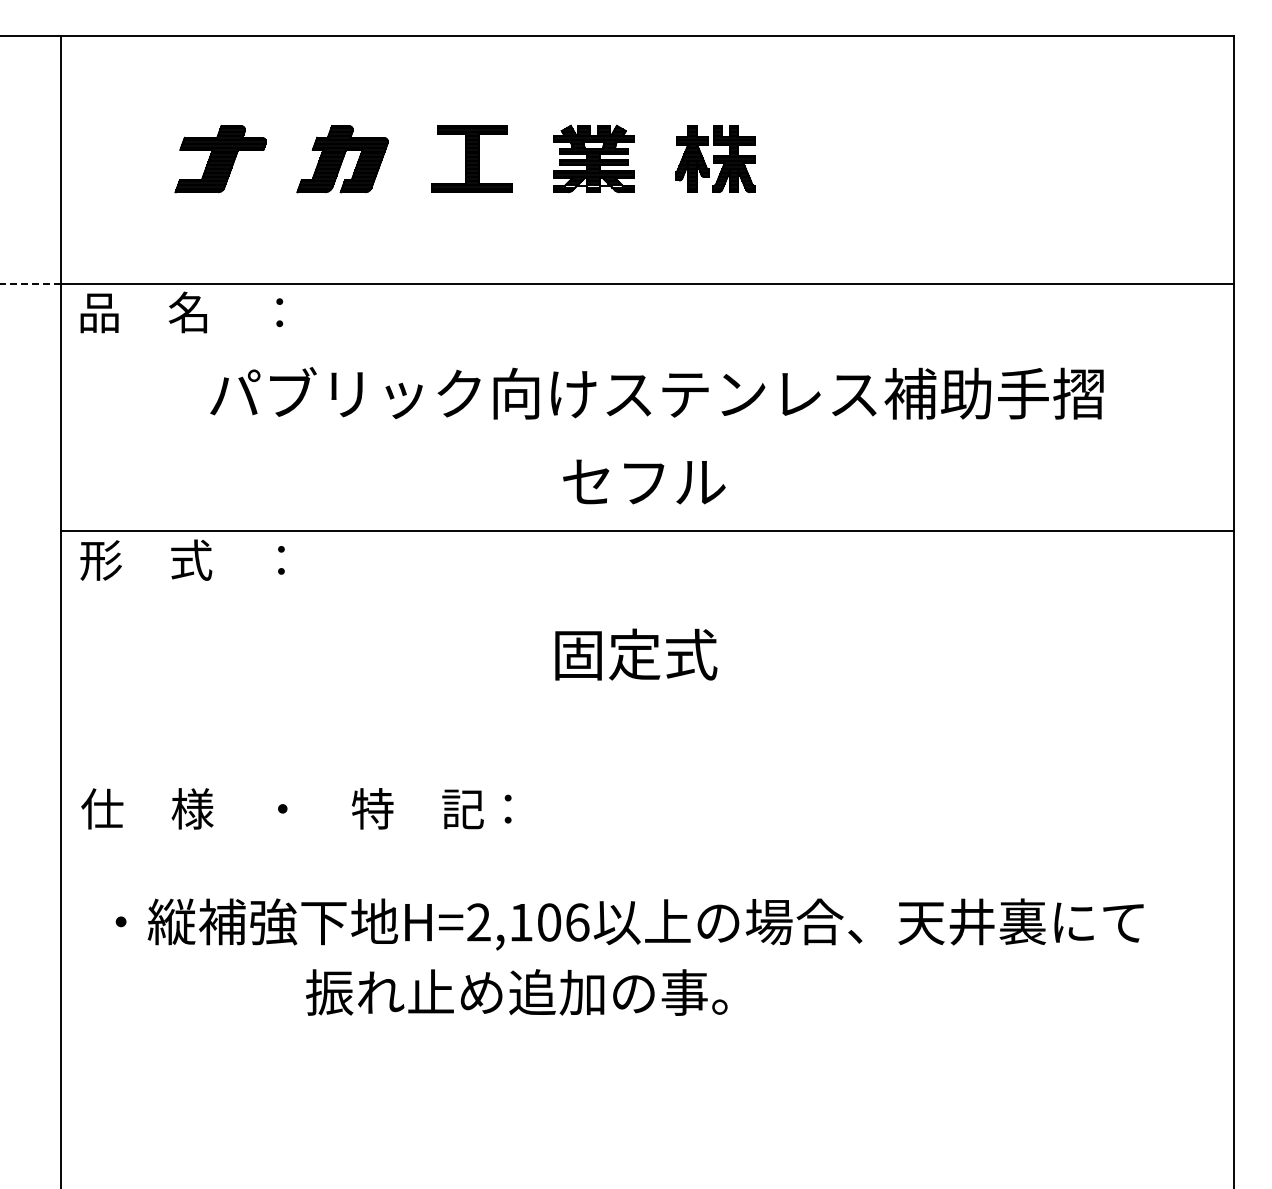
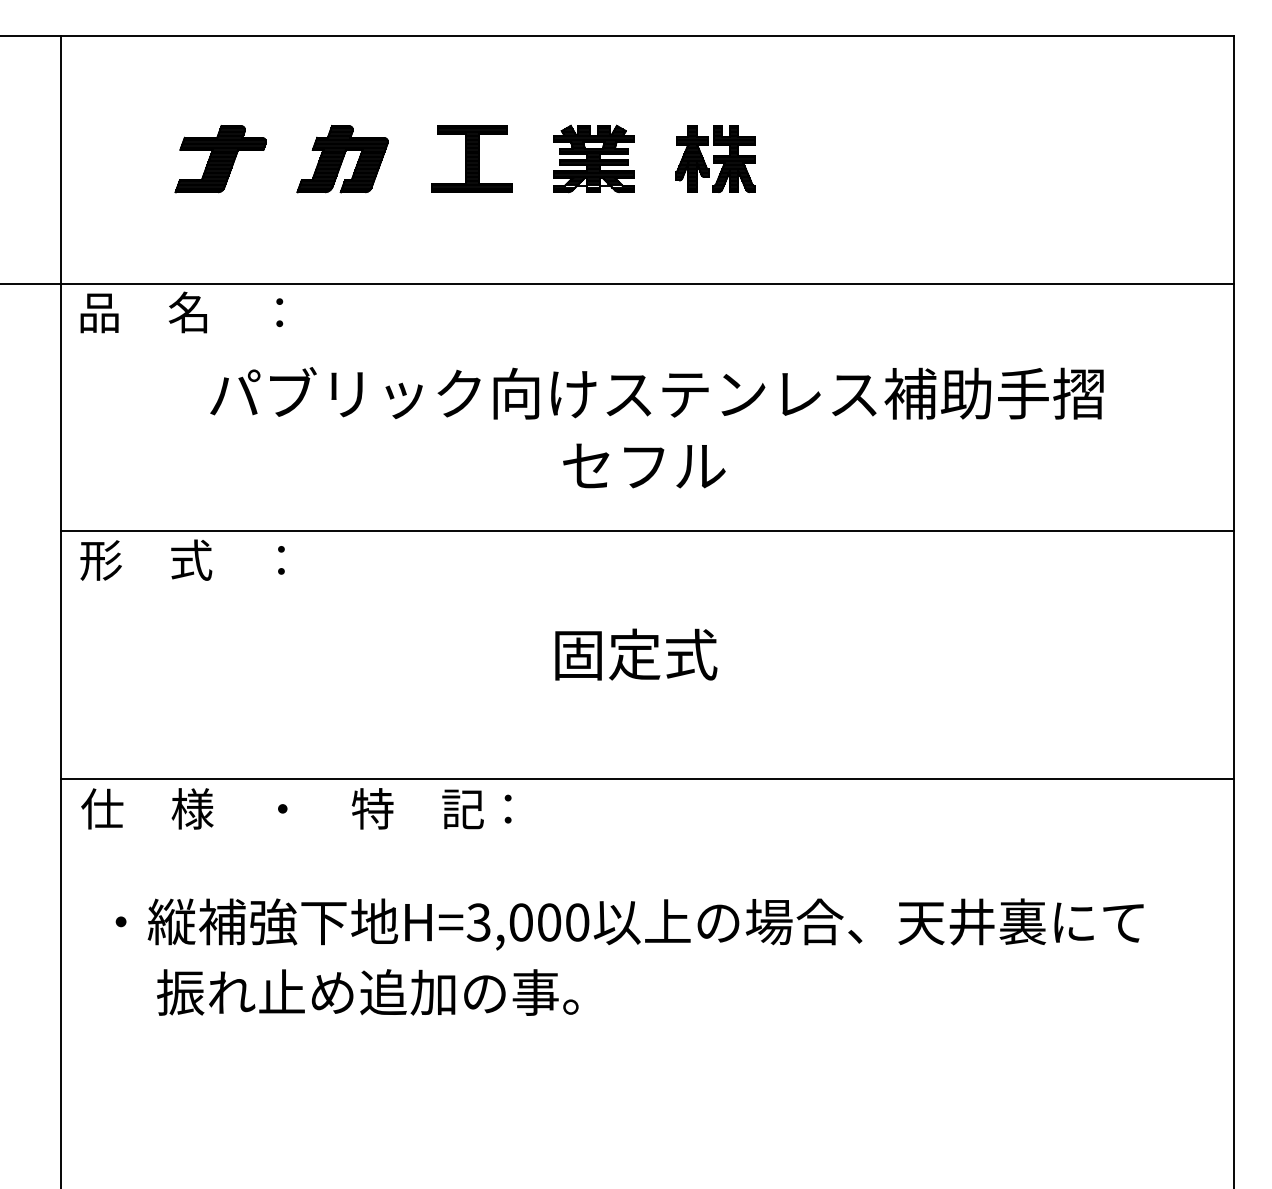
line at (30, 283): dashed -> solid
text at (644, 481) position: (644, 481) -> (644, 465)
line at (646, 779): none -> present
text at (527, 922): H=2,106 -> H=3,000
text at (516, 992) position: (516, 992) -> (367, 992)
